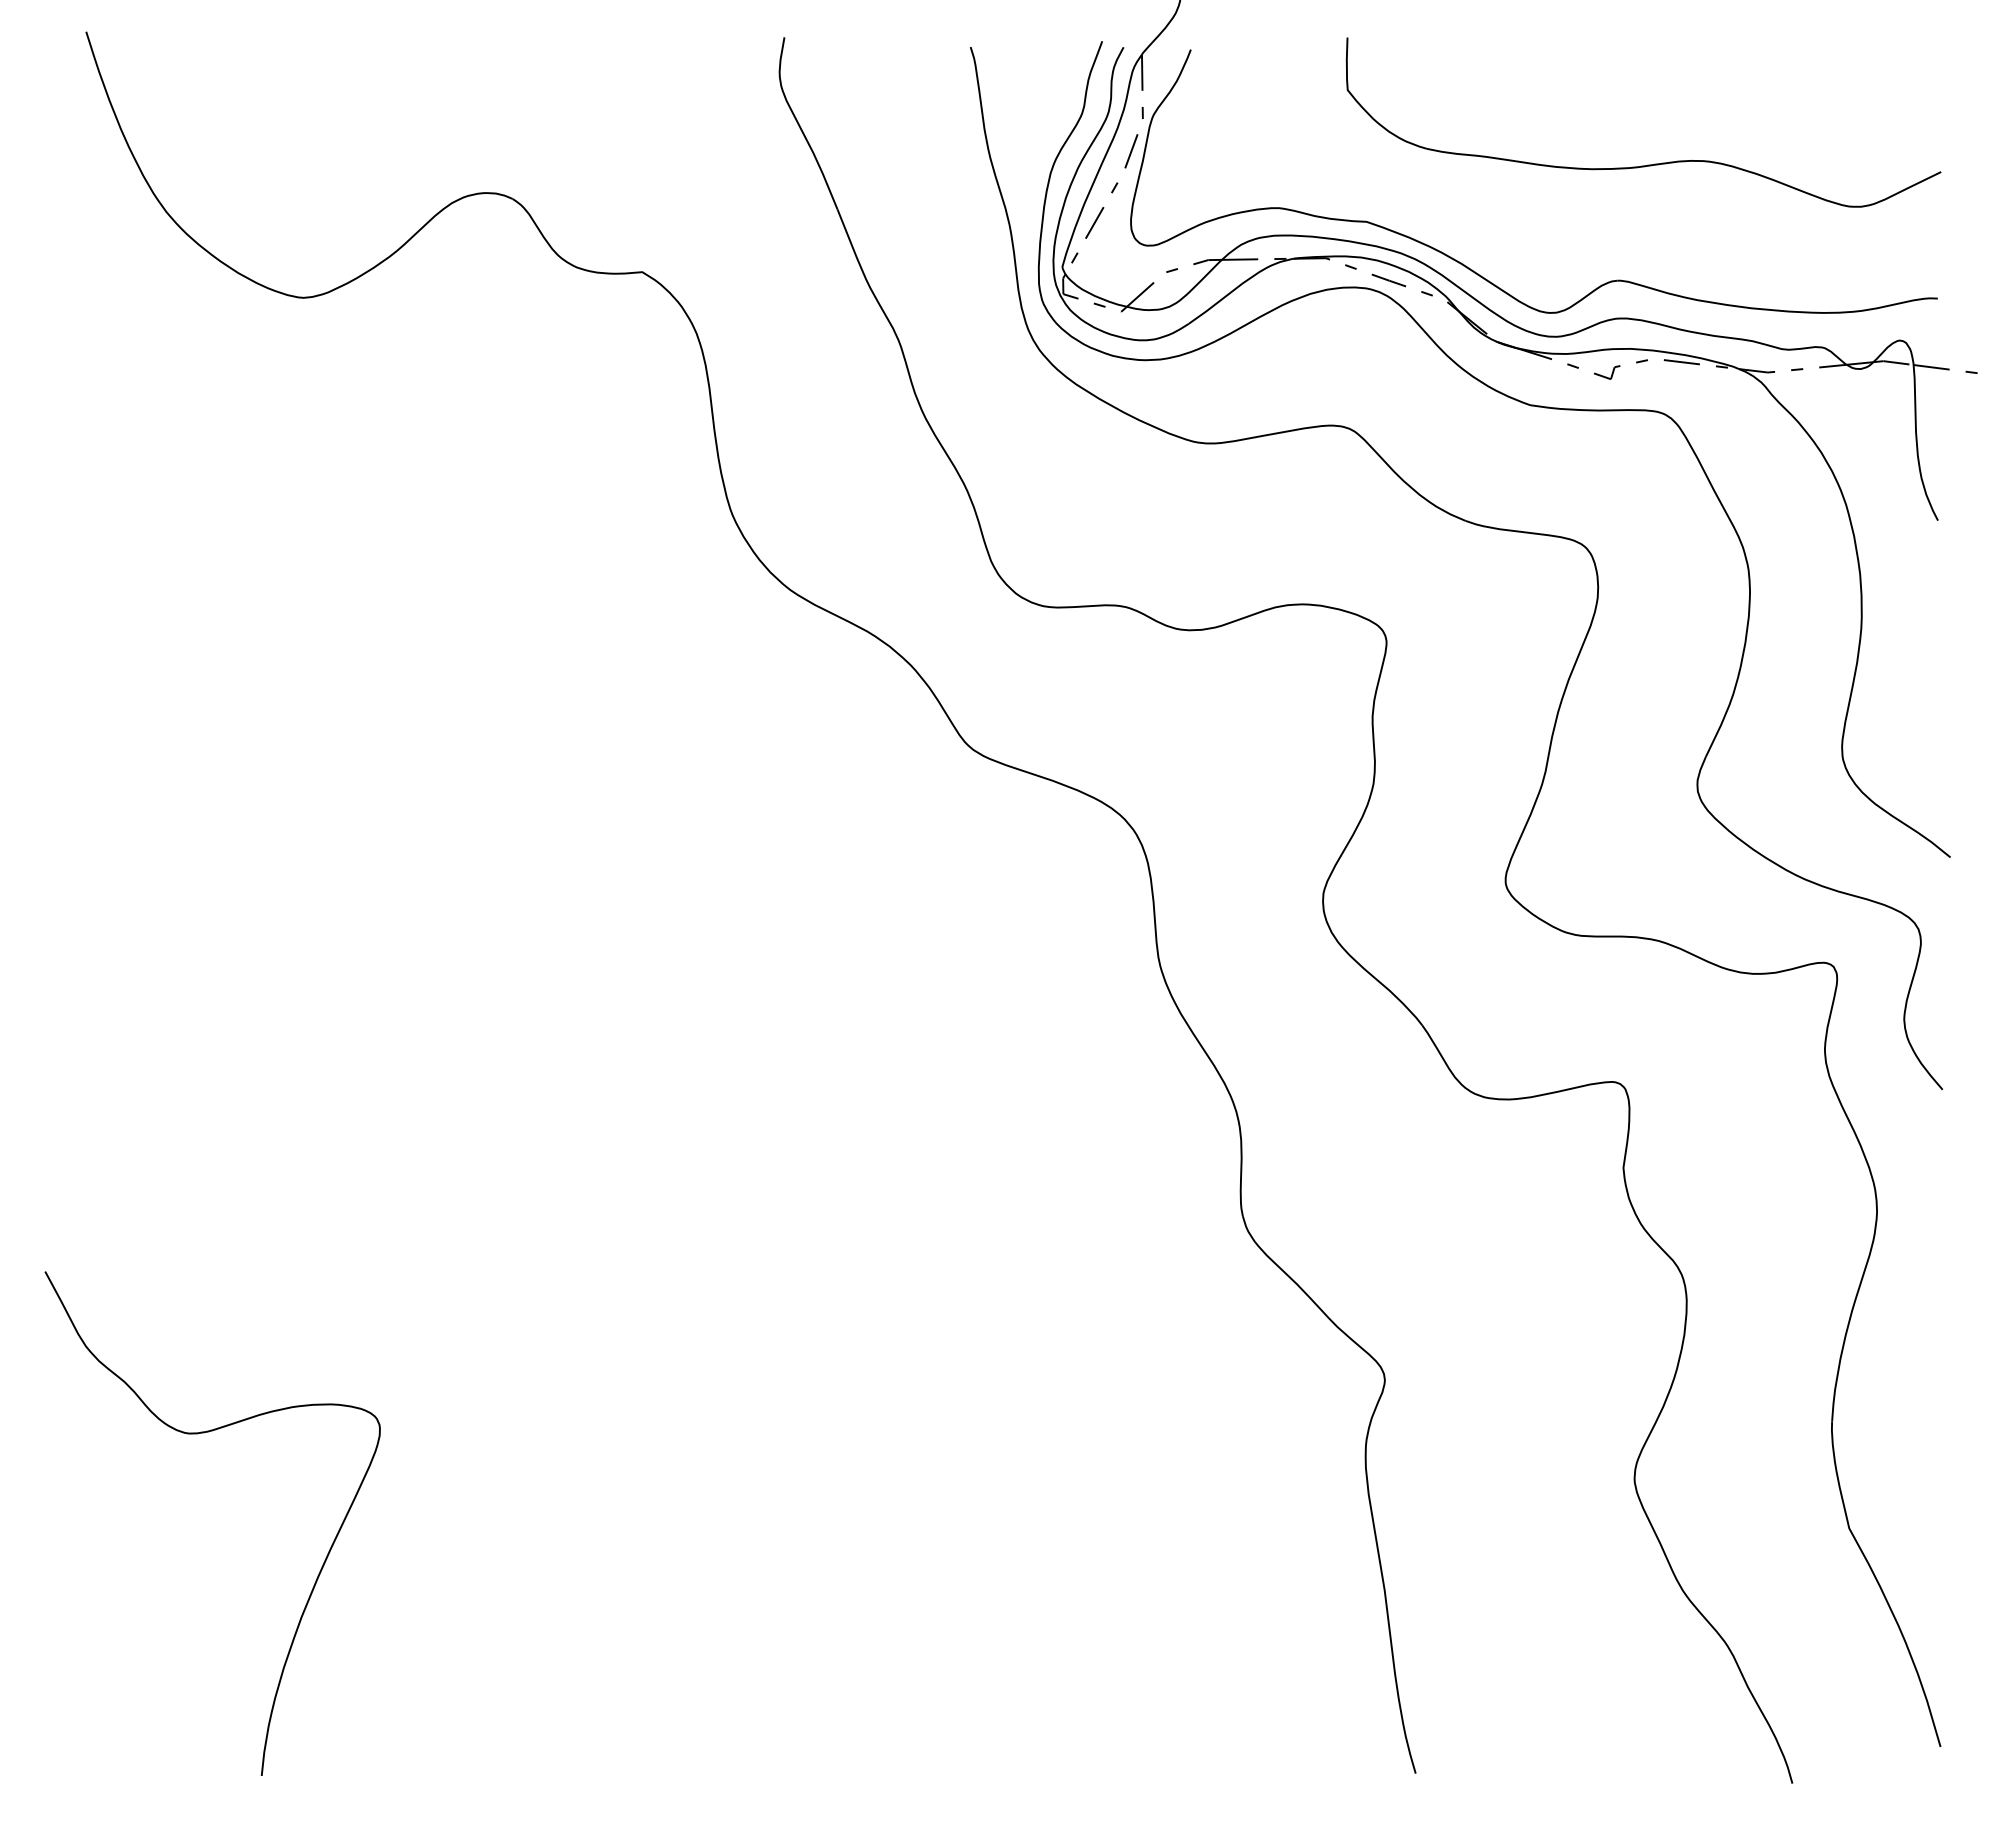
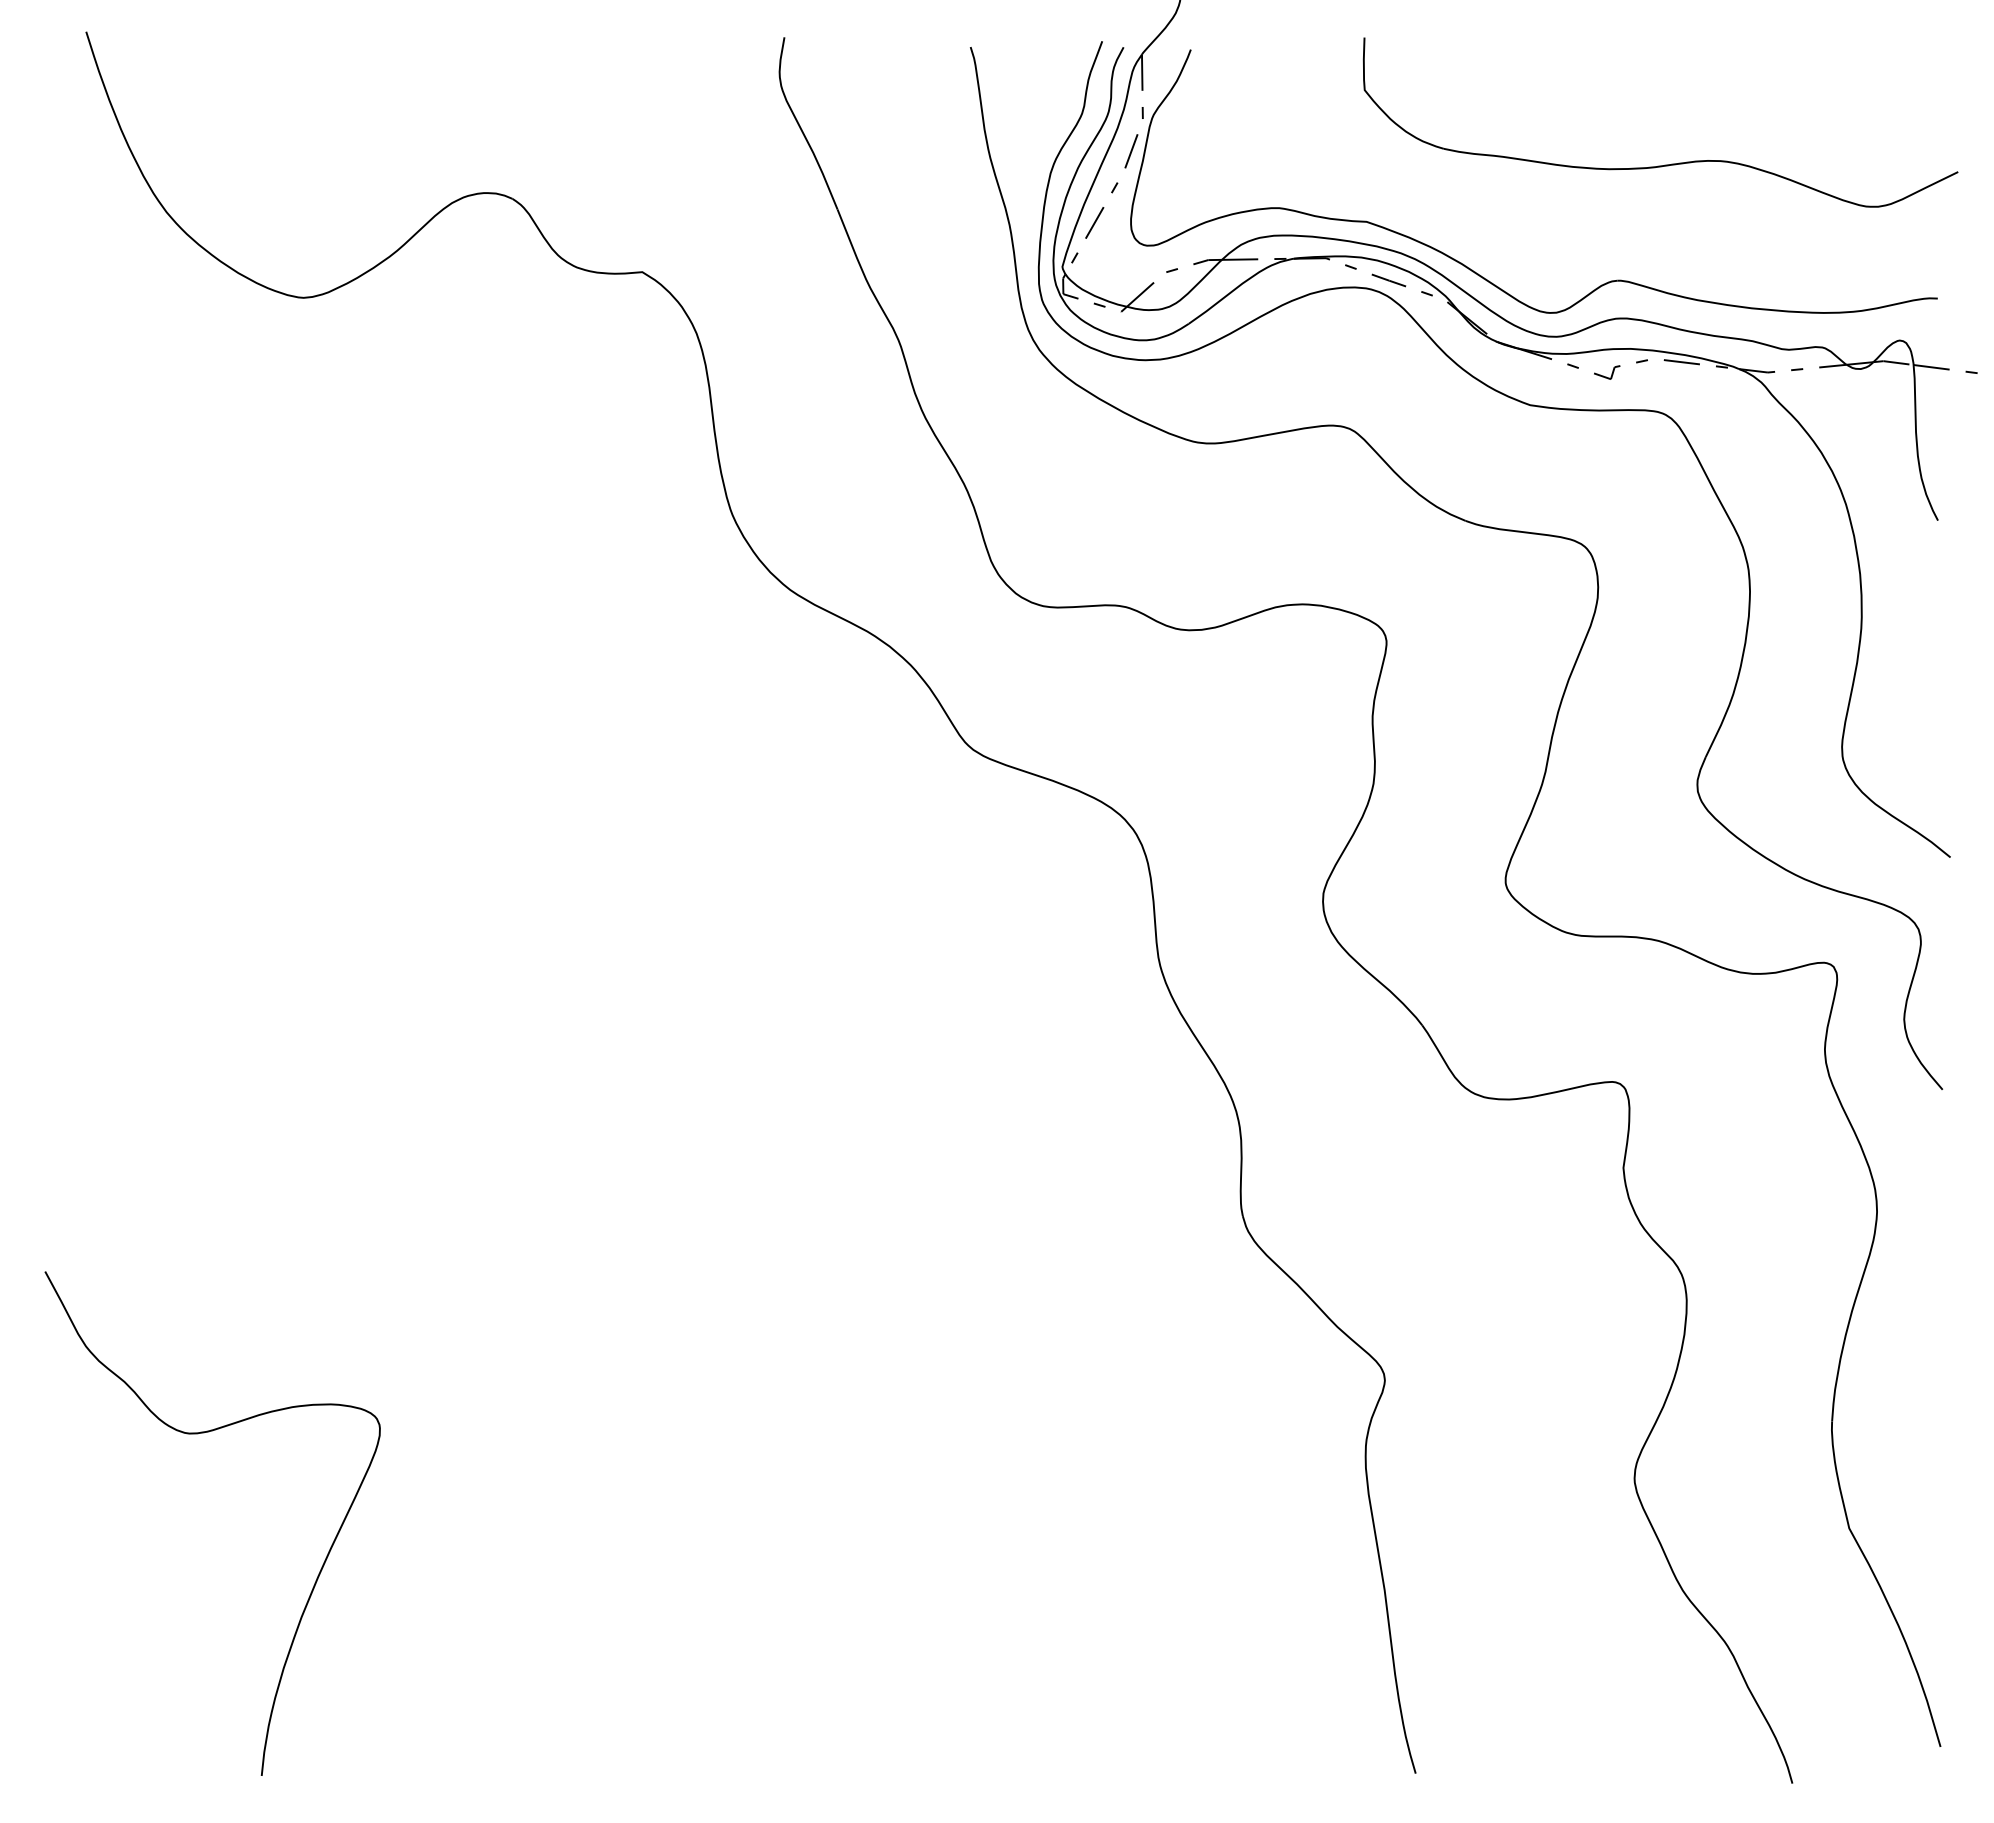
part at (1647, 164) position: (1647, 164) -> (1664, 164)
